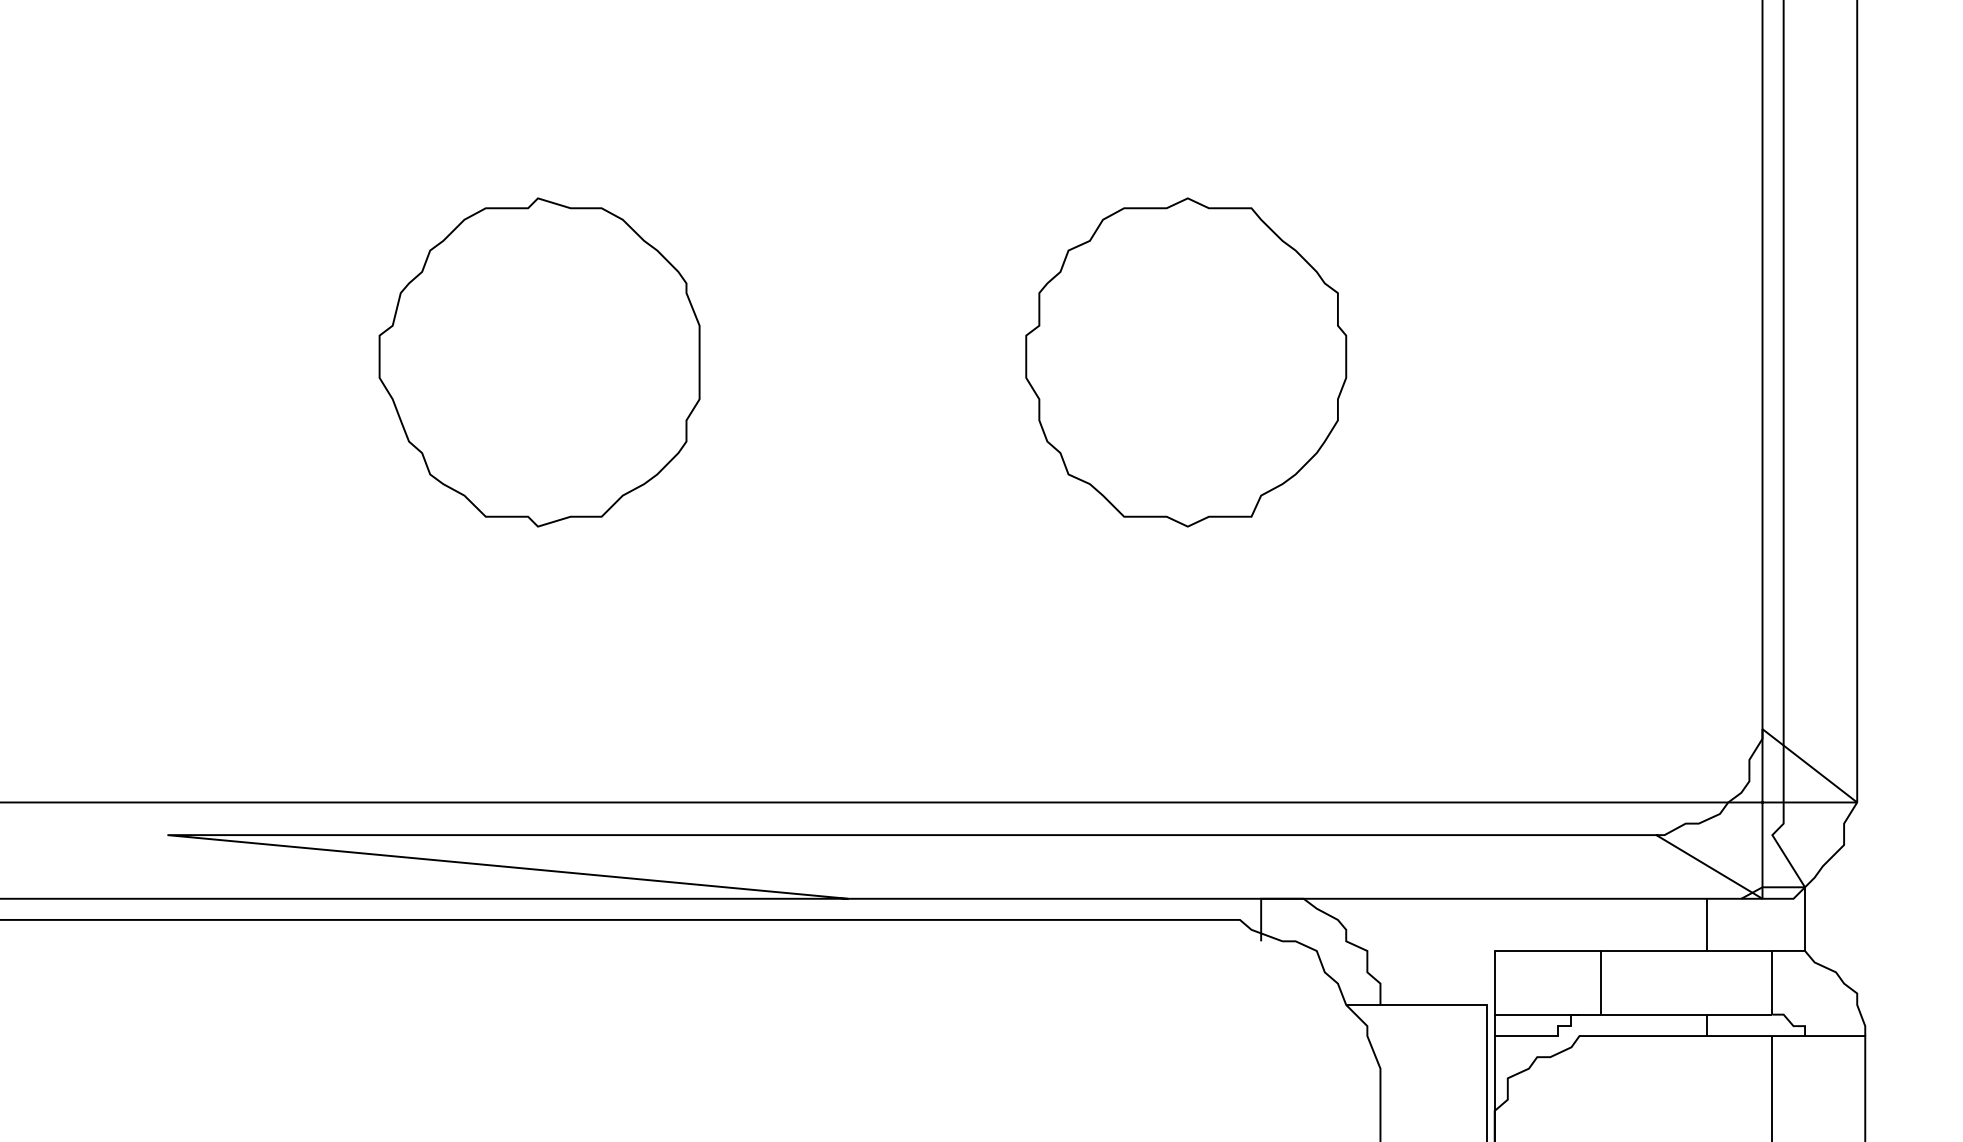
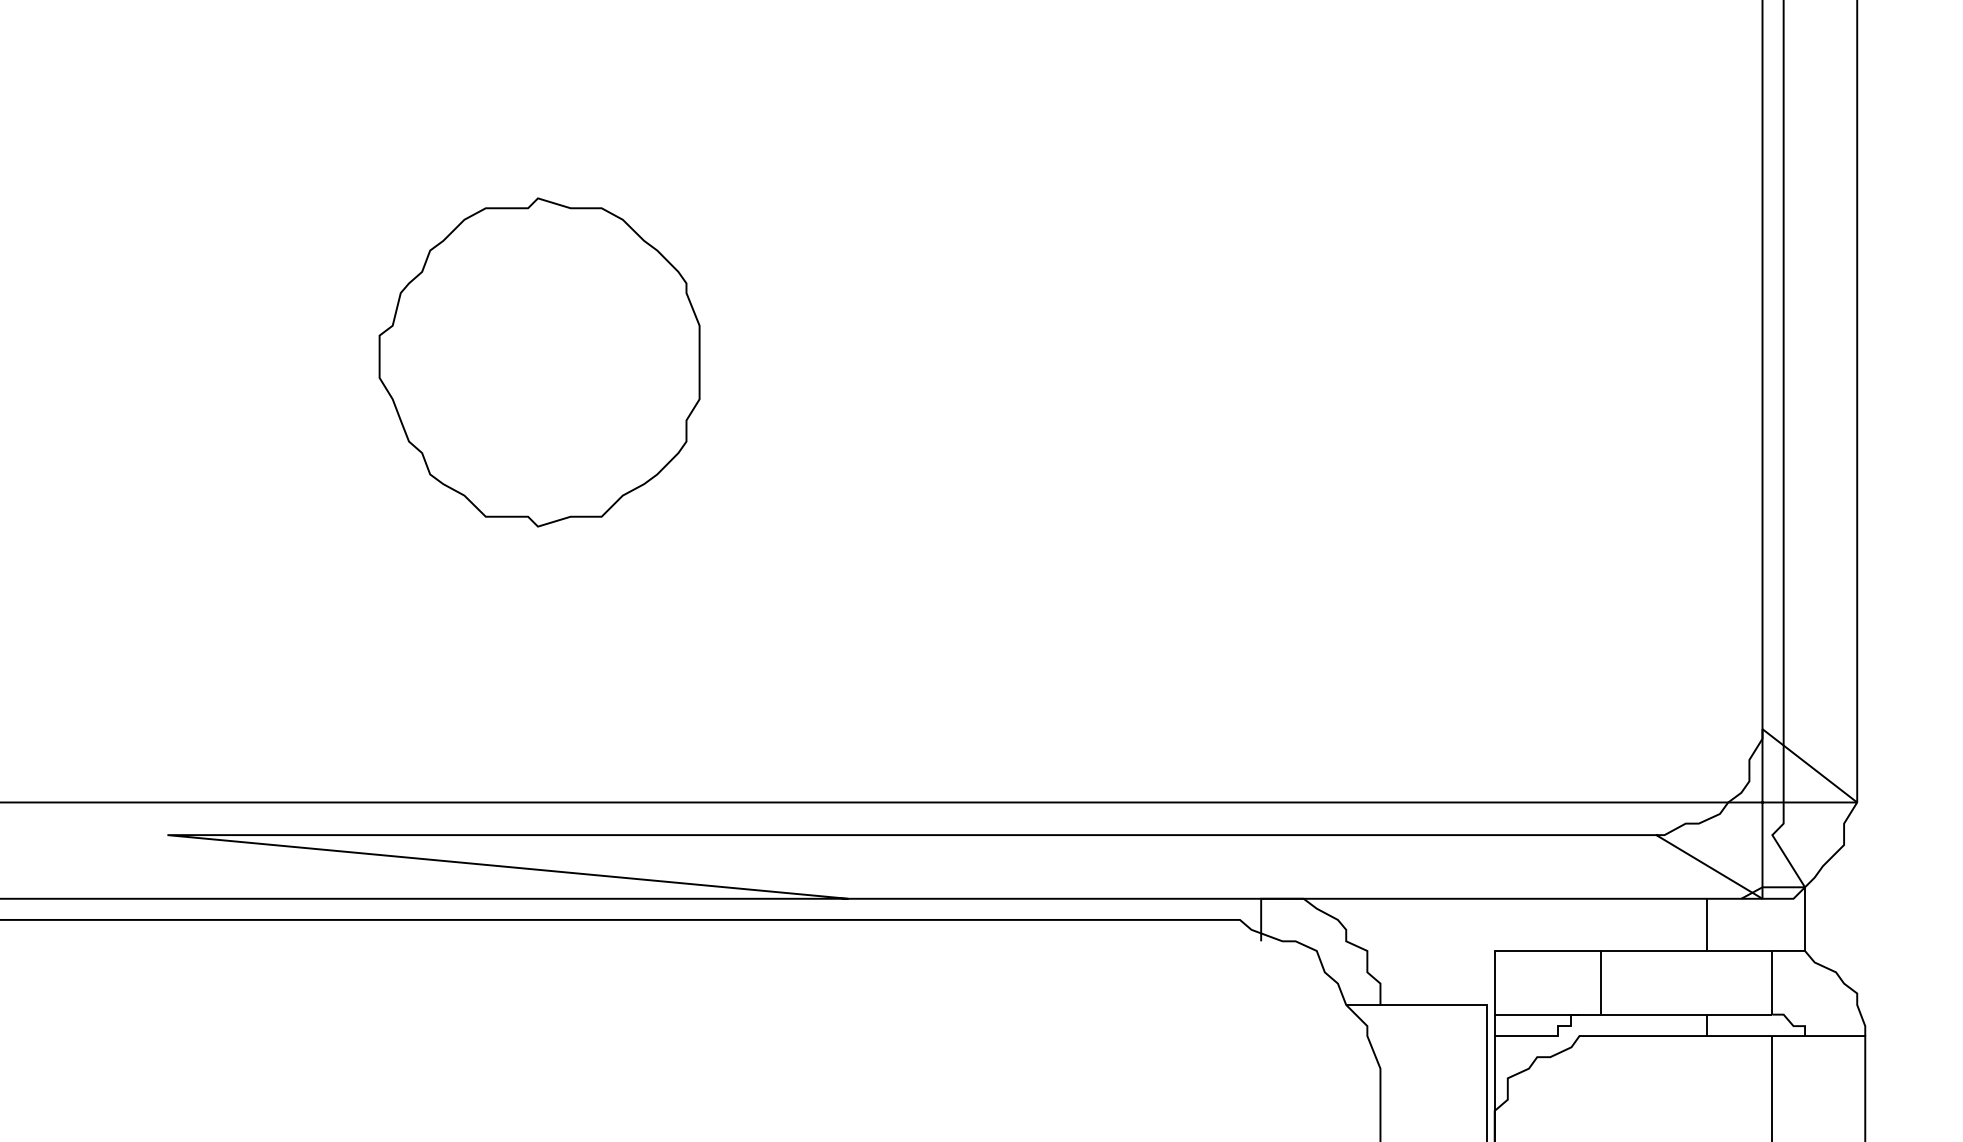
part at (1186, 362): present -> none
